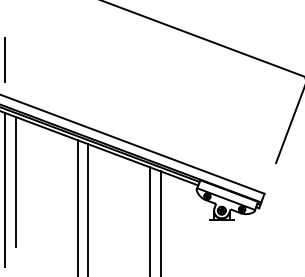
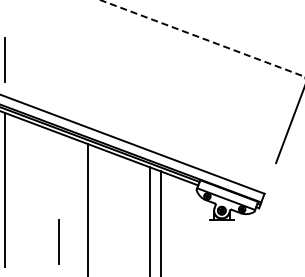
line at (202, 38): solid -> dashed
line at (15, 181): present -> none
line at (77, 206): present -> none
line at (58, 241): none -> present
